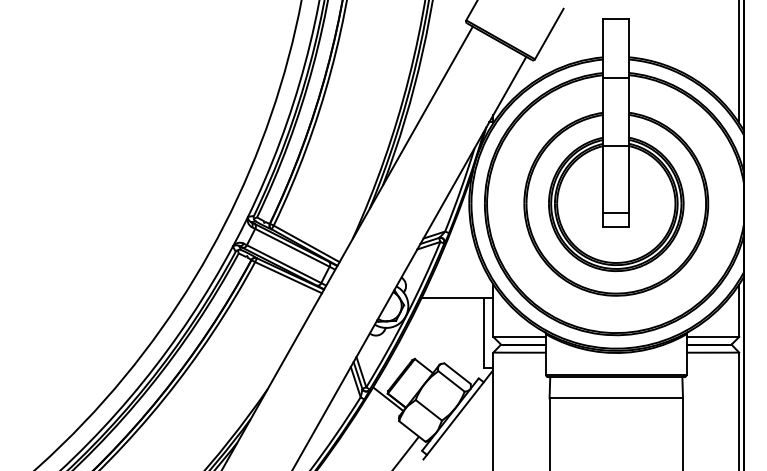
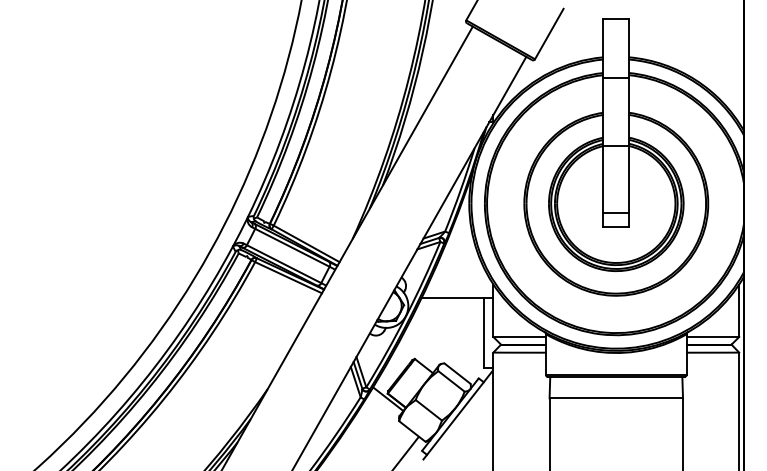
line at (739, 62): present -> none
